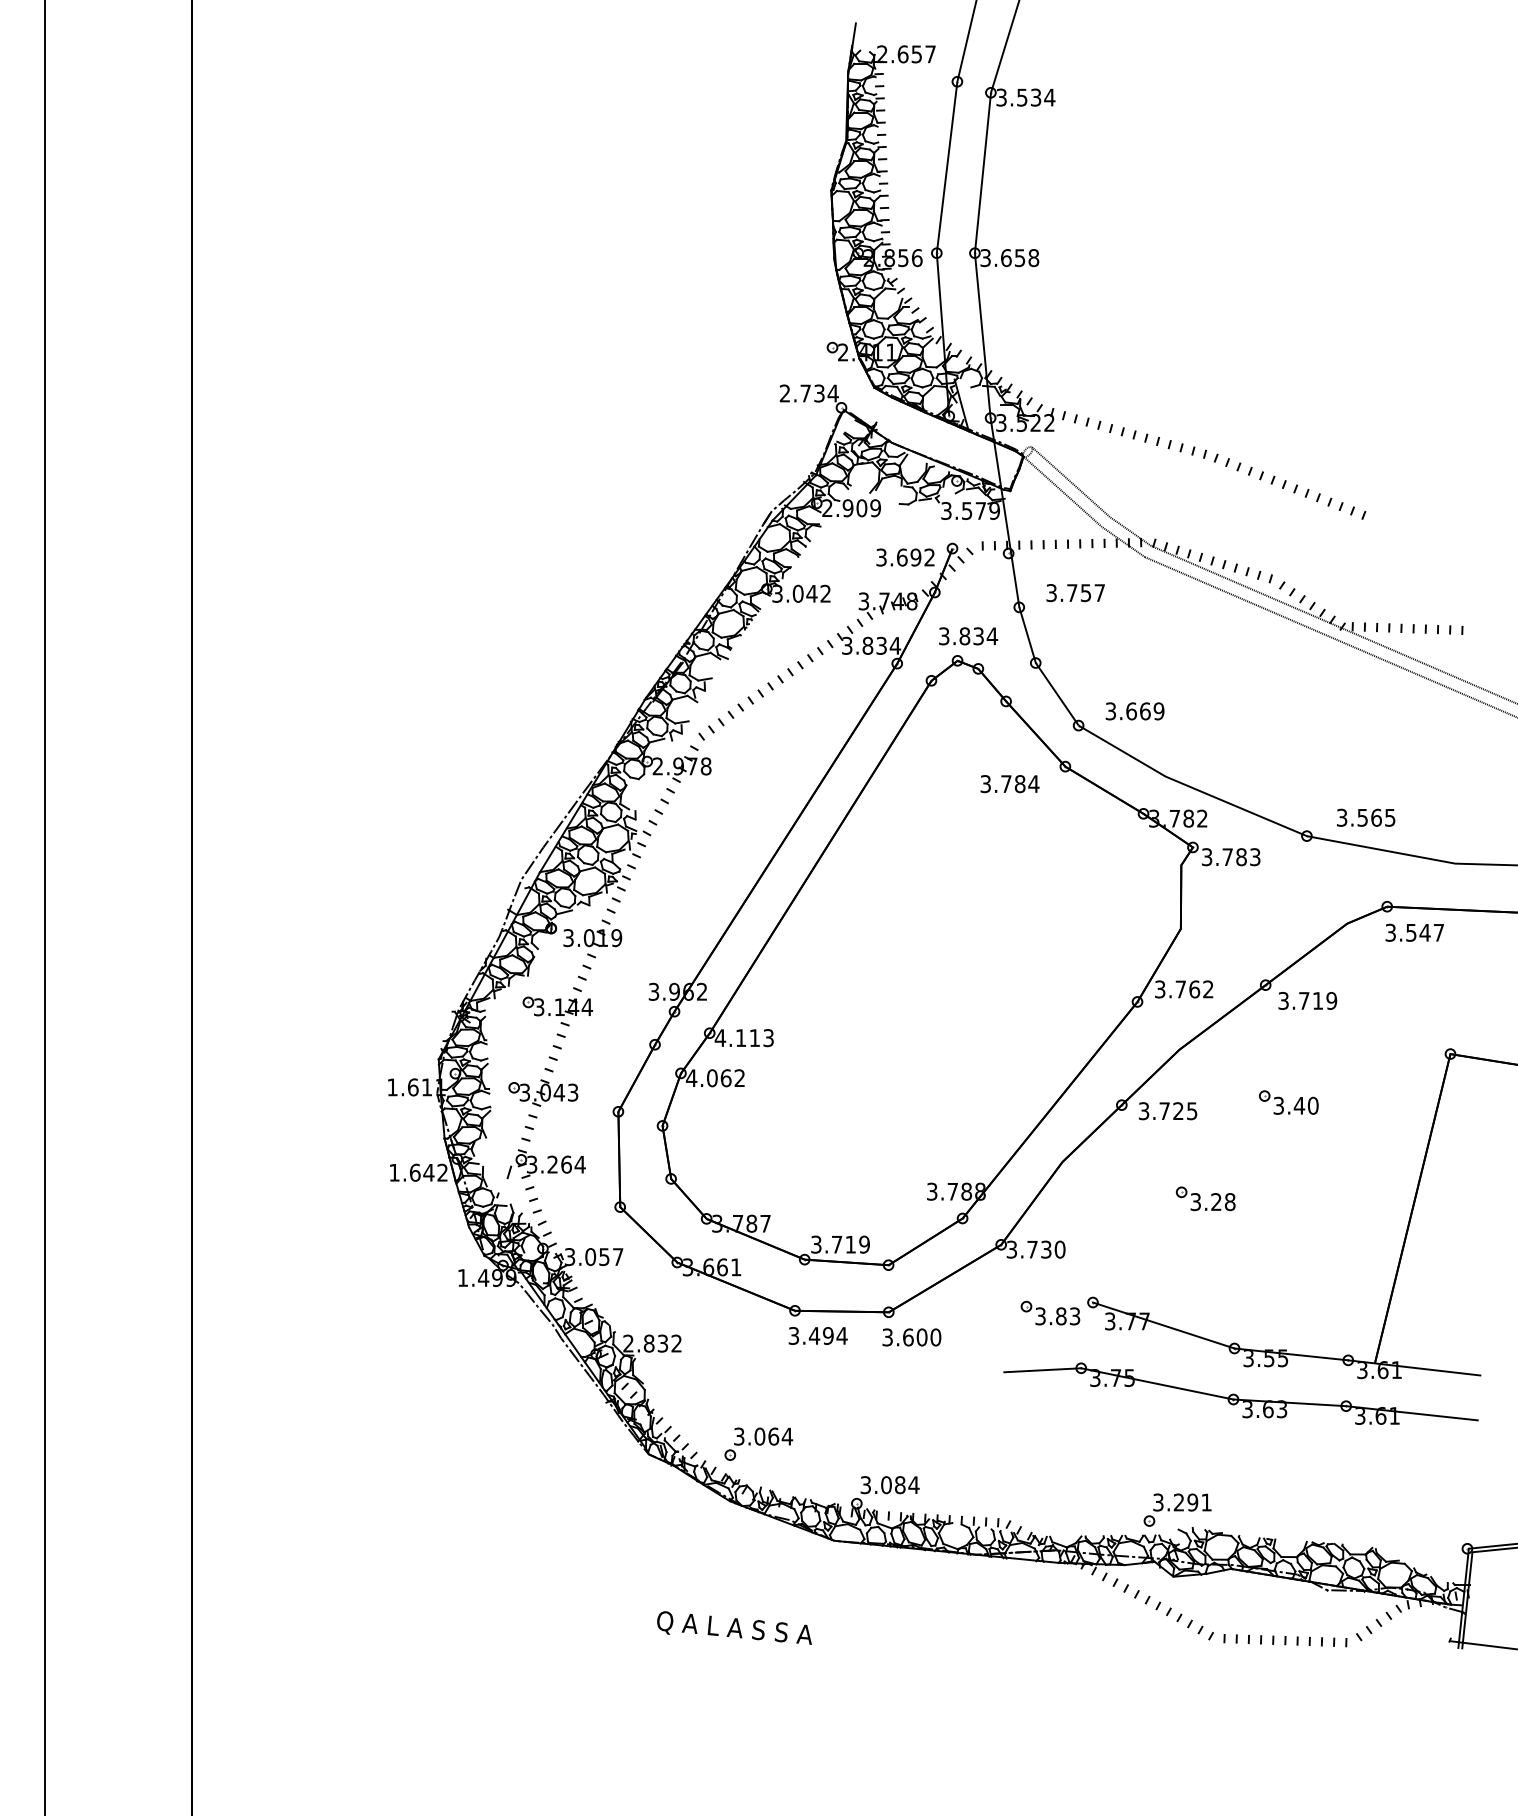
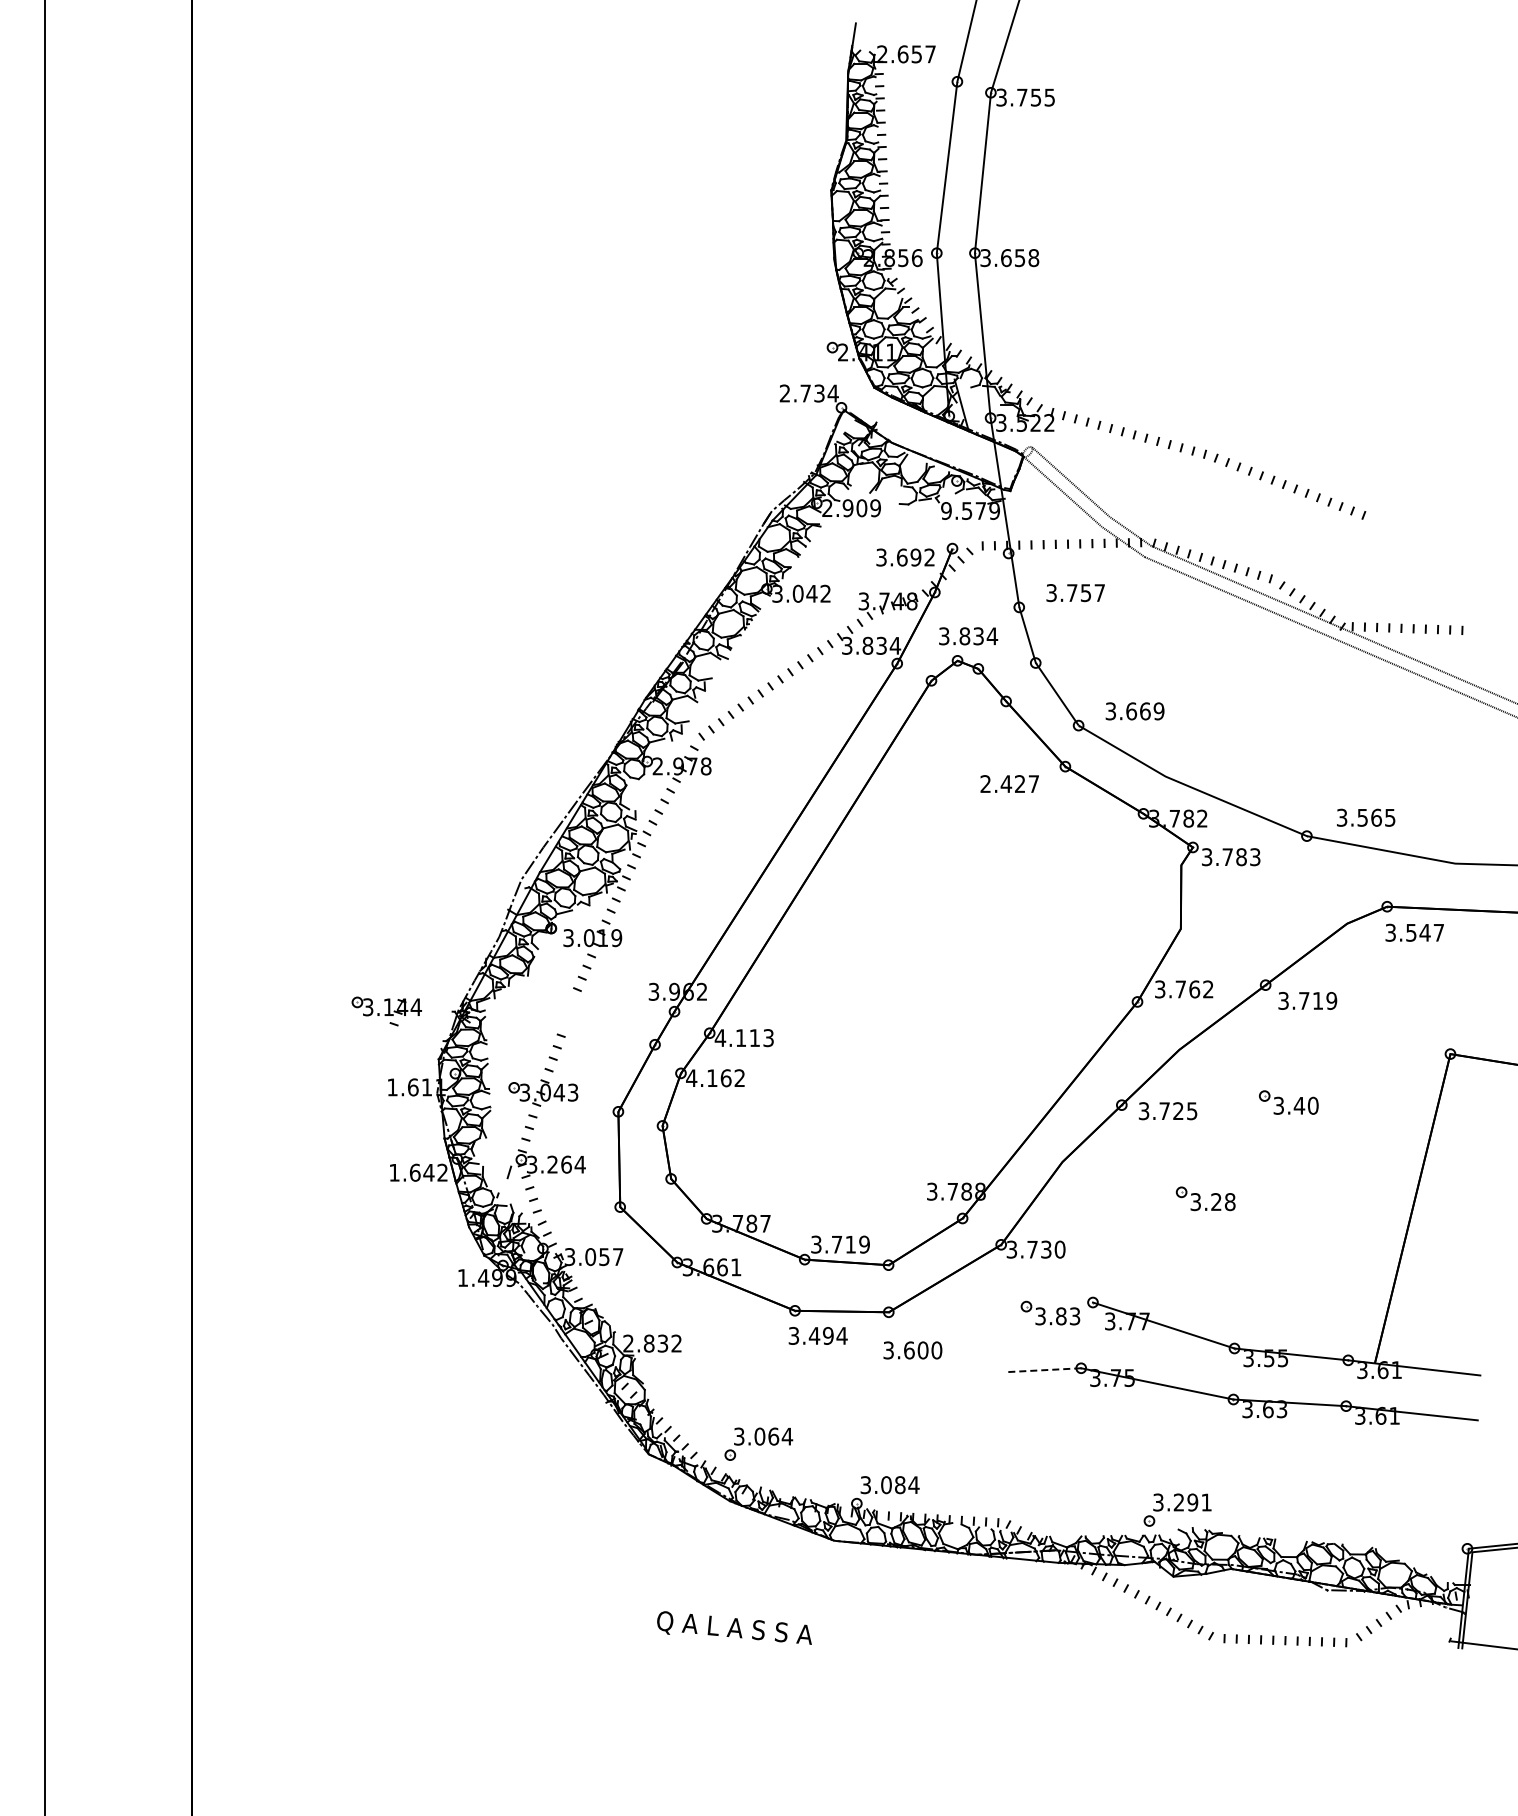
text at (1036, 97): 3.534 -> 3.755
text at (946, 510): 3.579 -> 9.579
text at (1009, 784): 3.784 -> 2.427
part at (557, 1011) position: (557, 1011) -> (386, 1011)
text at (712, 1078): 4.062 -> 4.162
text at (911, 1337) position: (911, 1337) -> (912, 1350)
line at (1042, 1370): solid -> dashed
